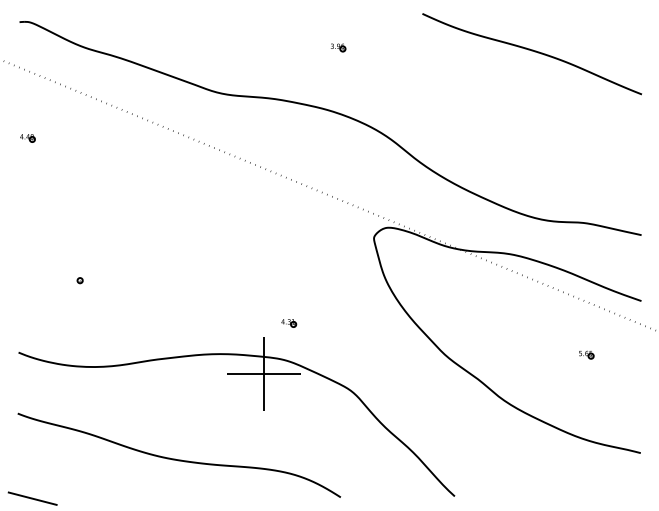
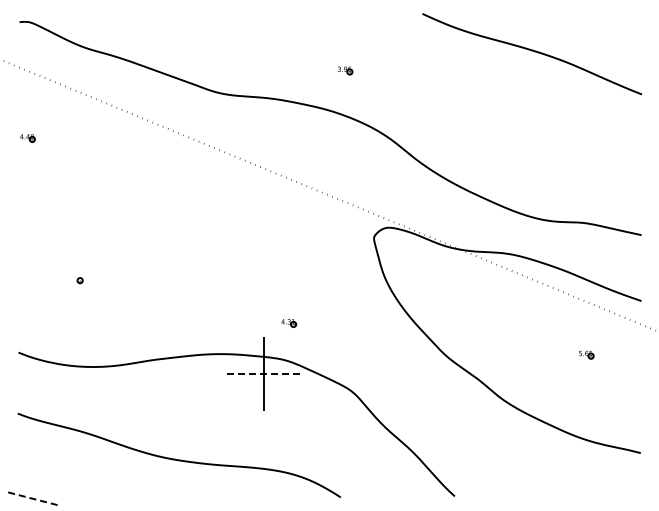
part at (338, 47) position: (338, 47) -> (345, 70)
line at (263, 373): solid -> dashed
line at (32, 498): solid -> dashed
